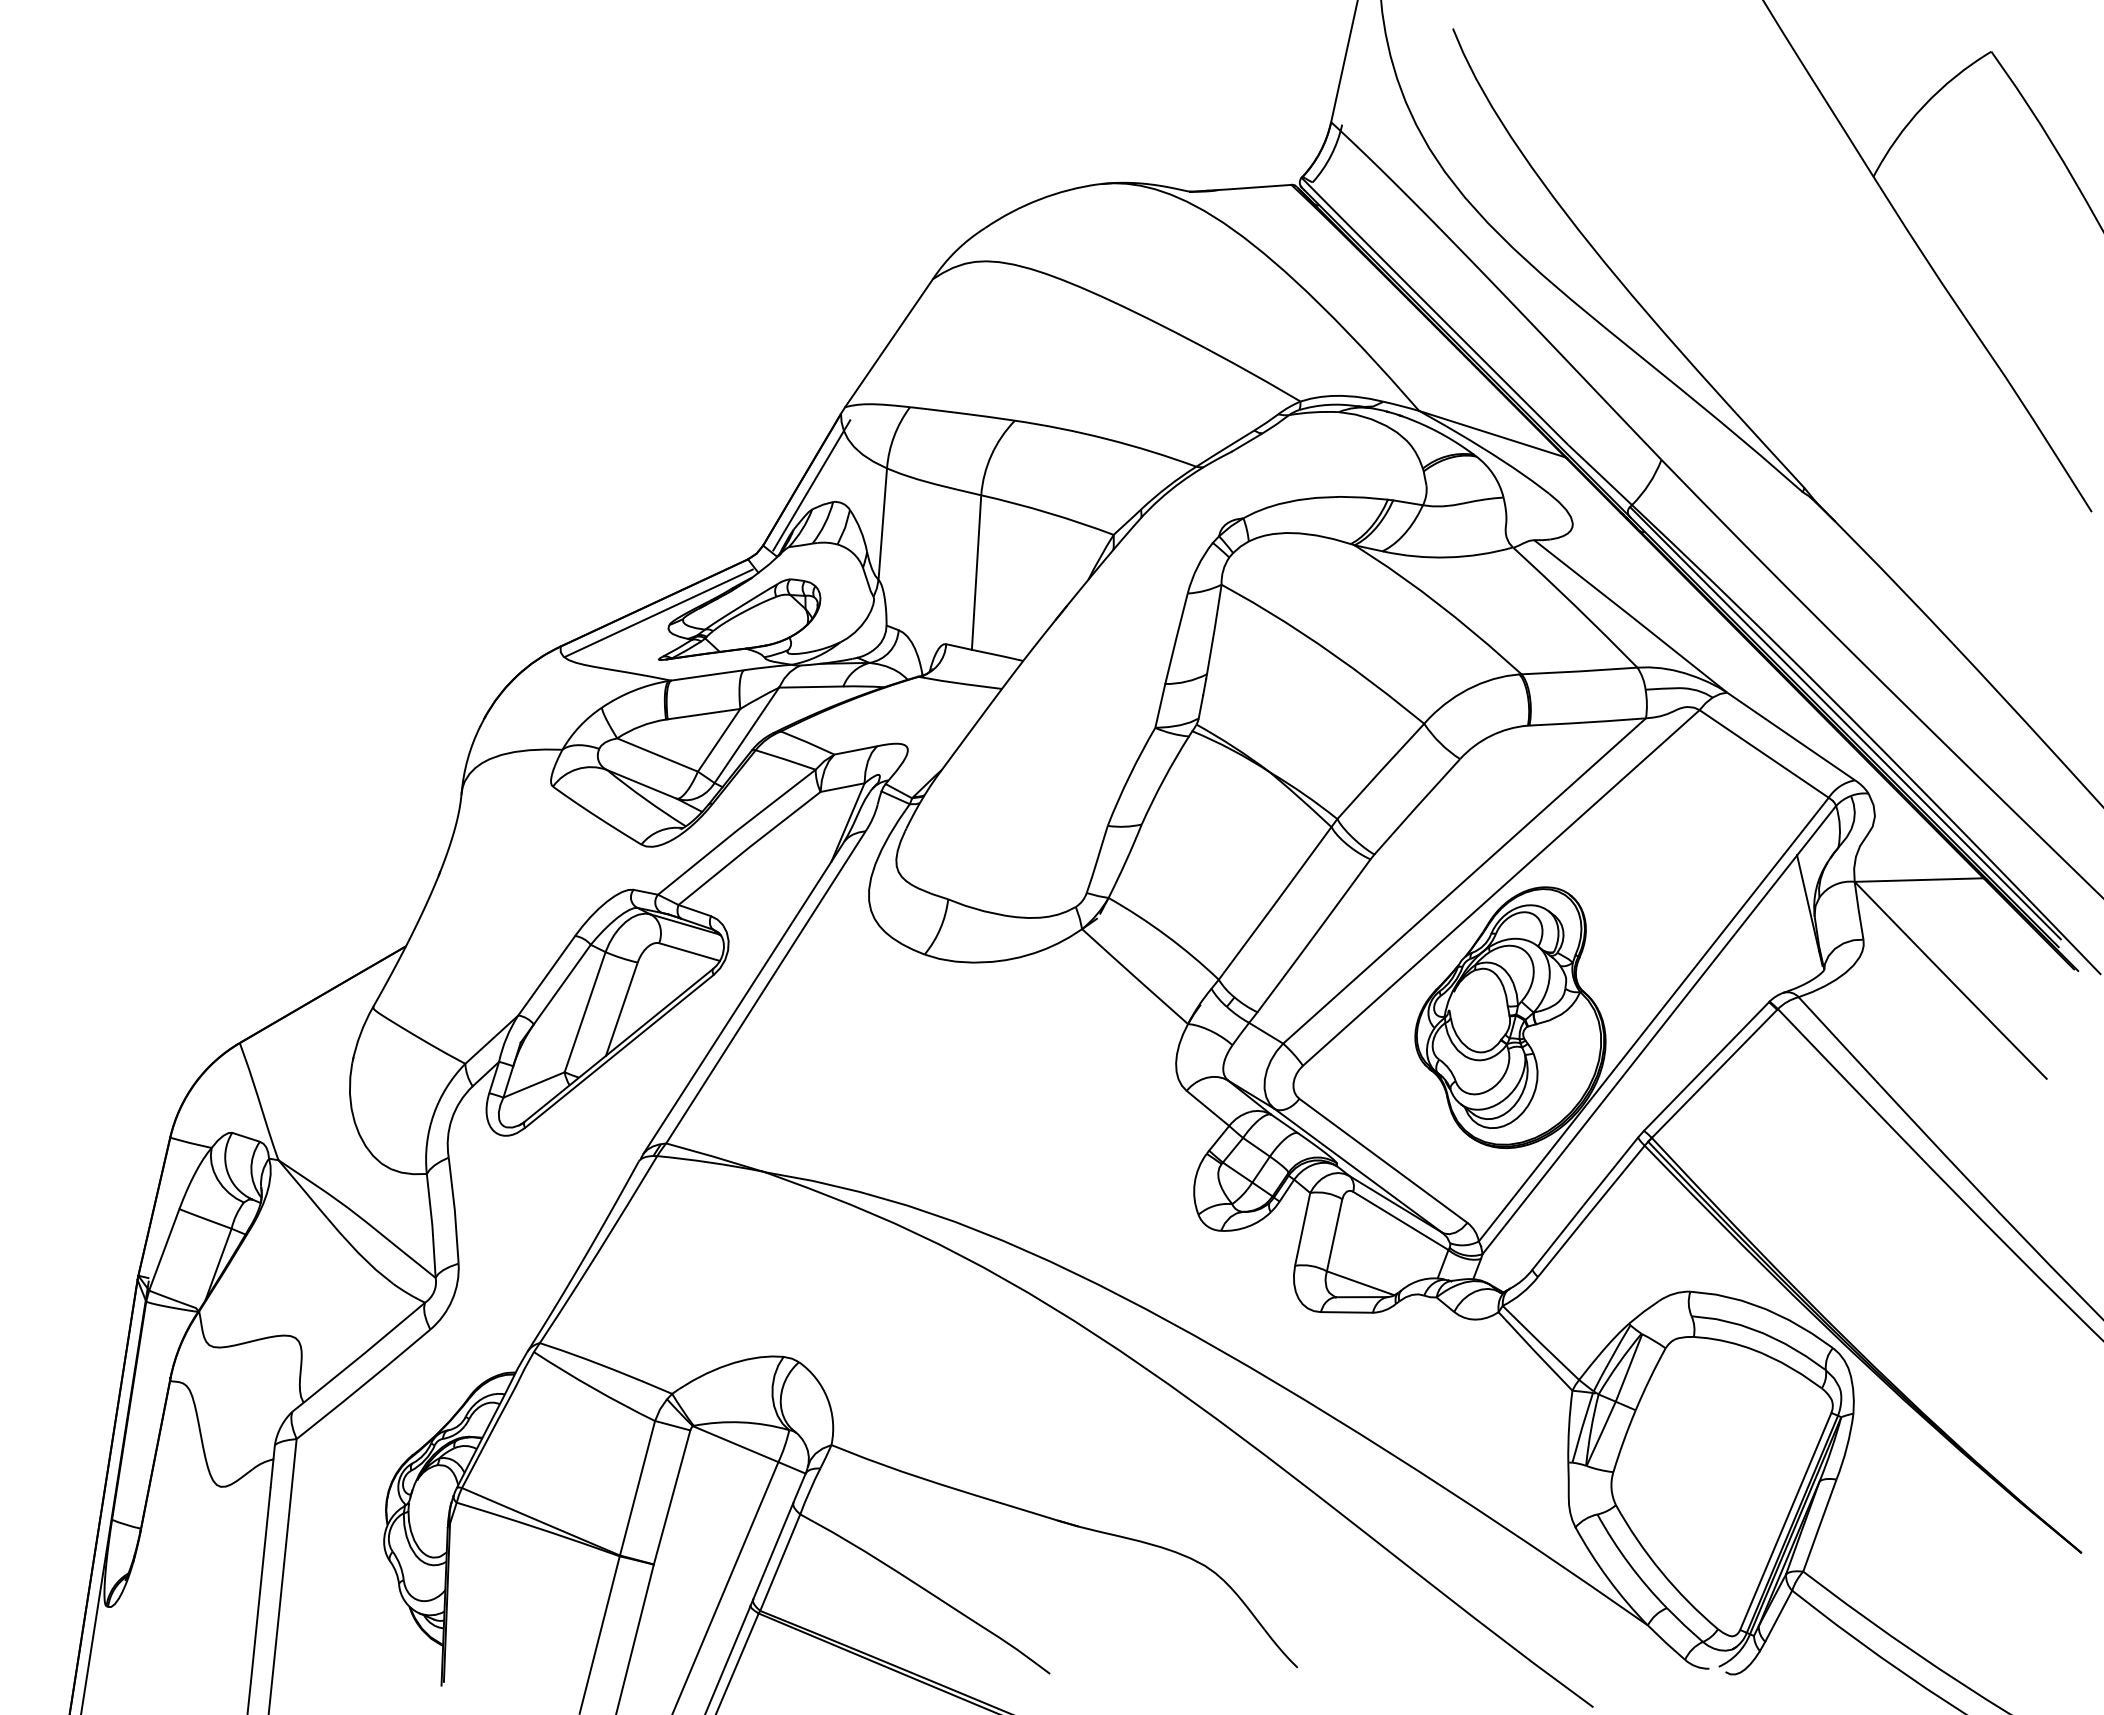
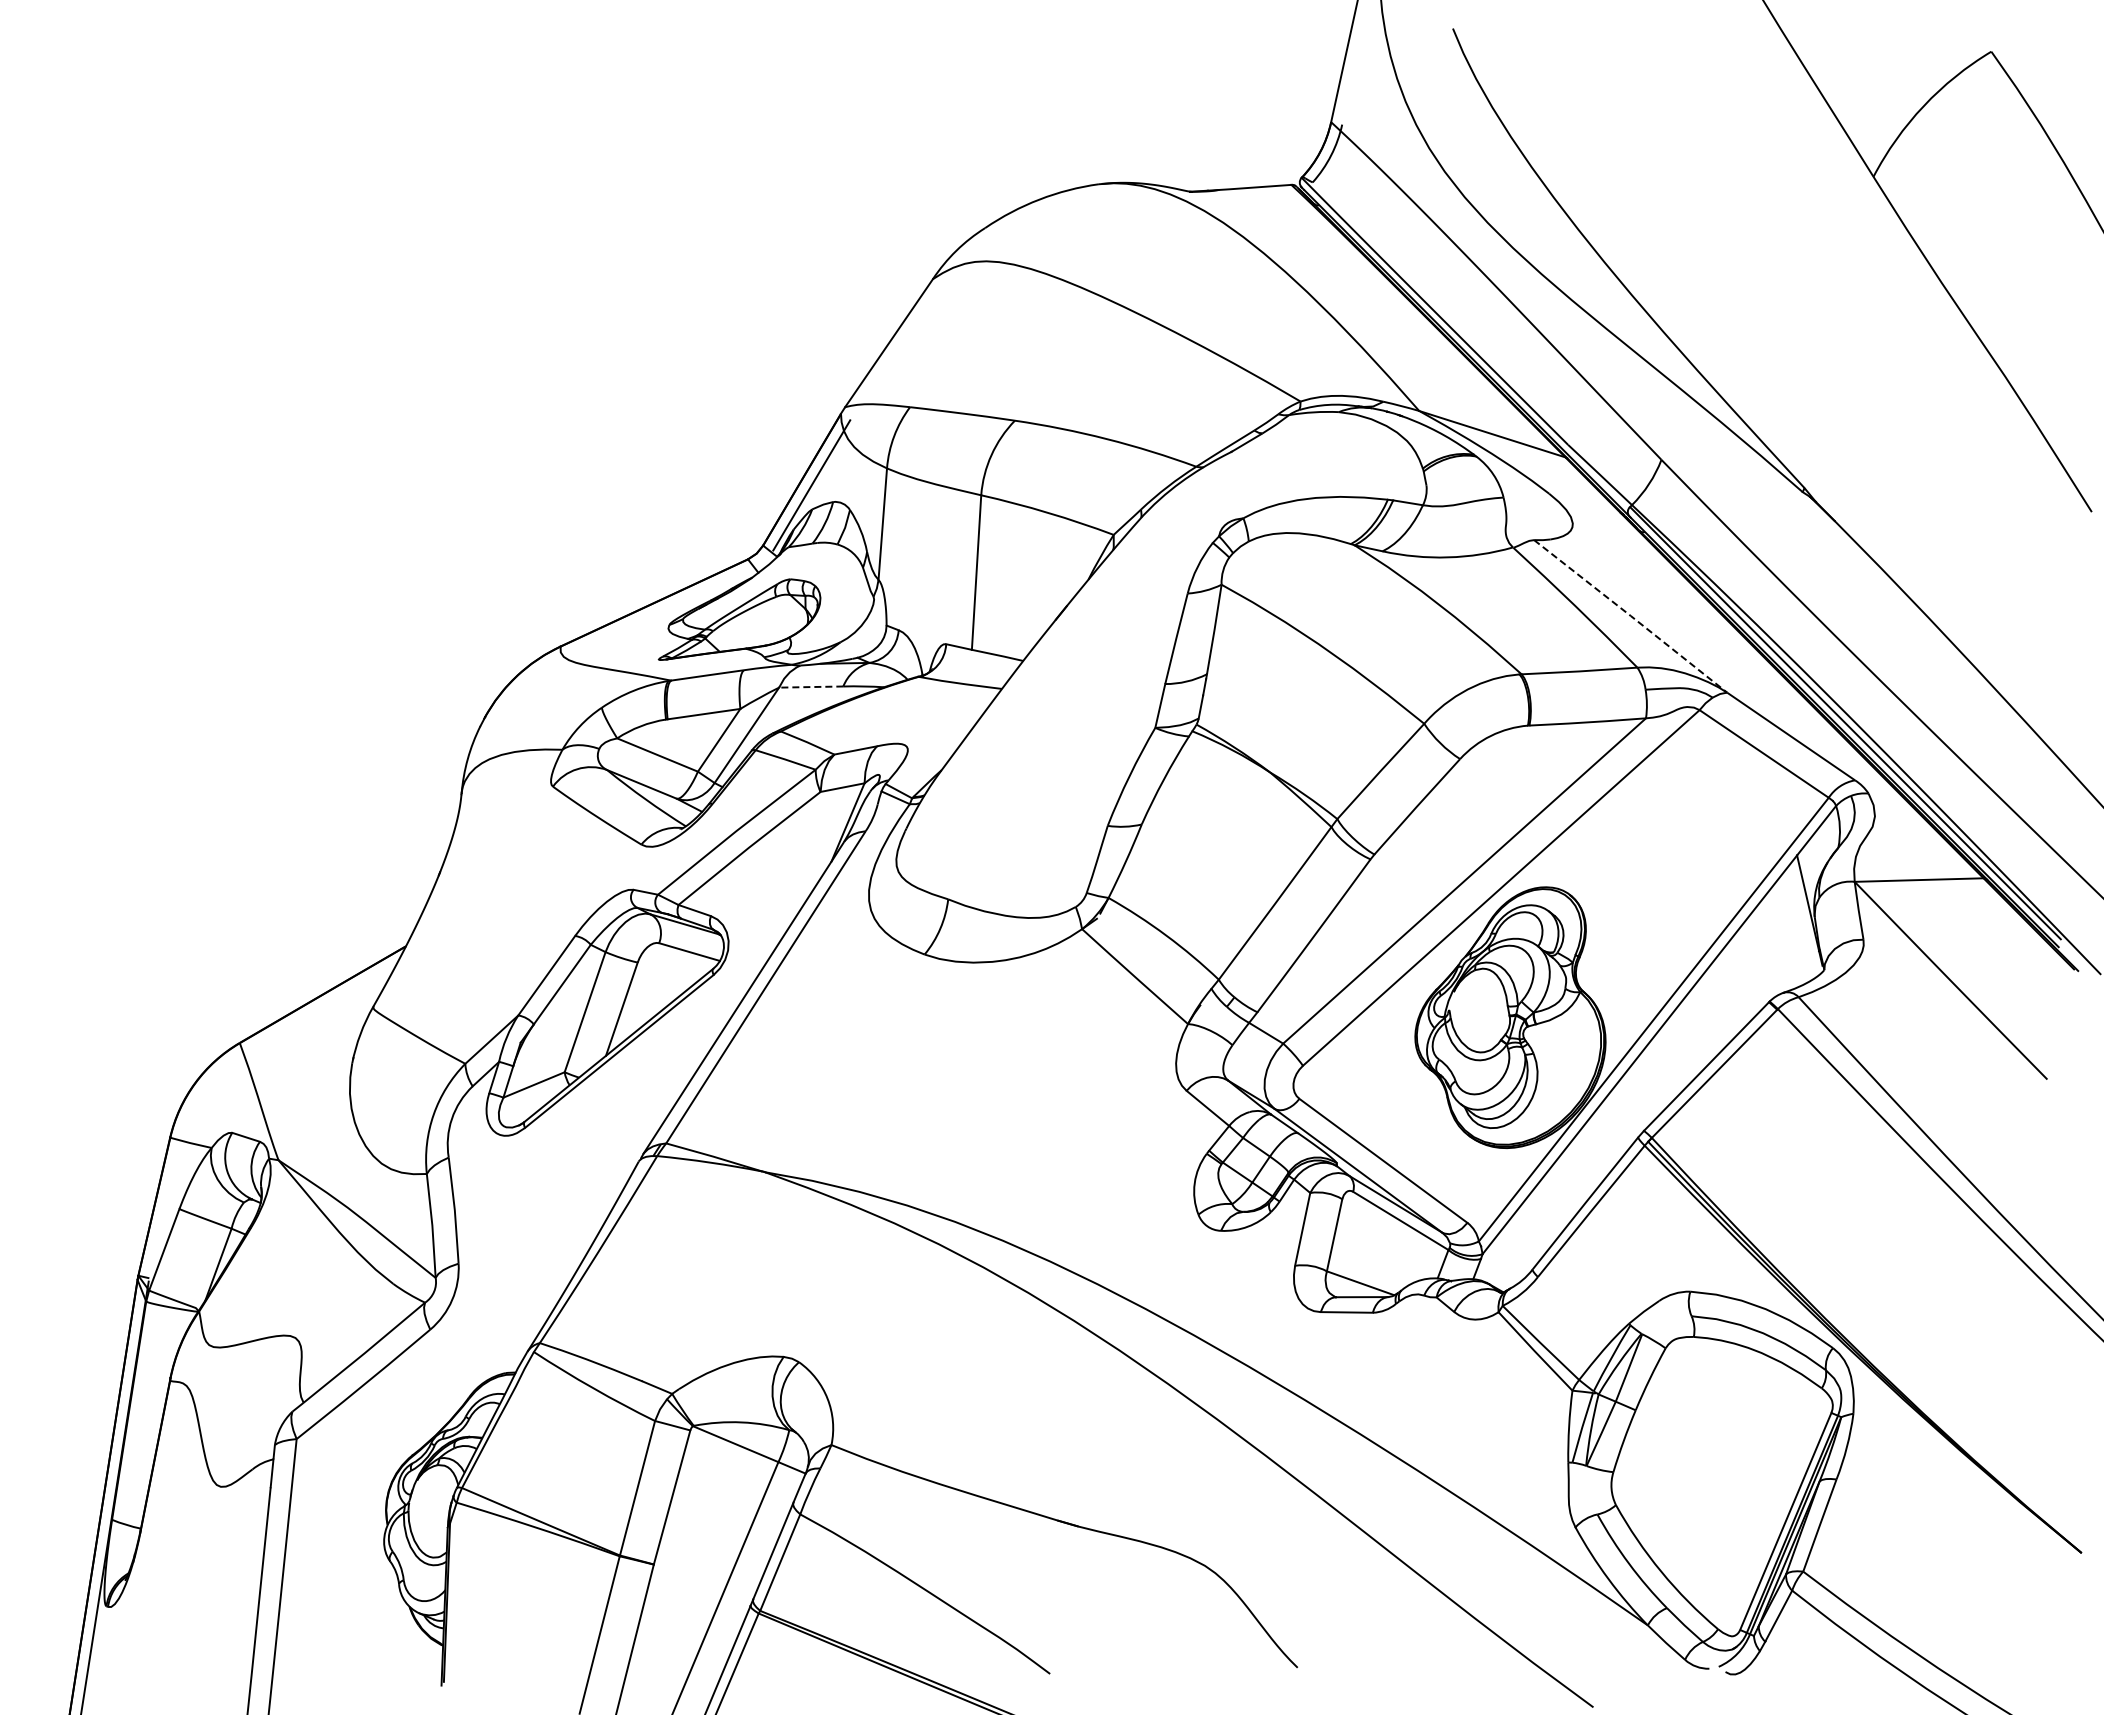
line at (658, 612): present -> none
line at (1630, 615): solid -> dashed
line at (810, 687): solid -> dashed
